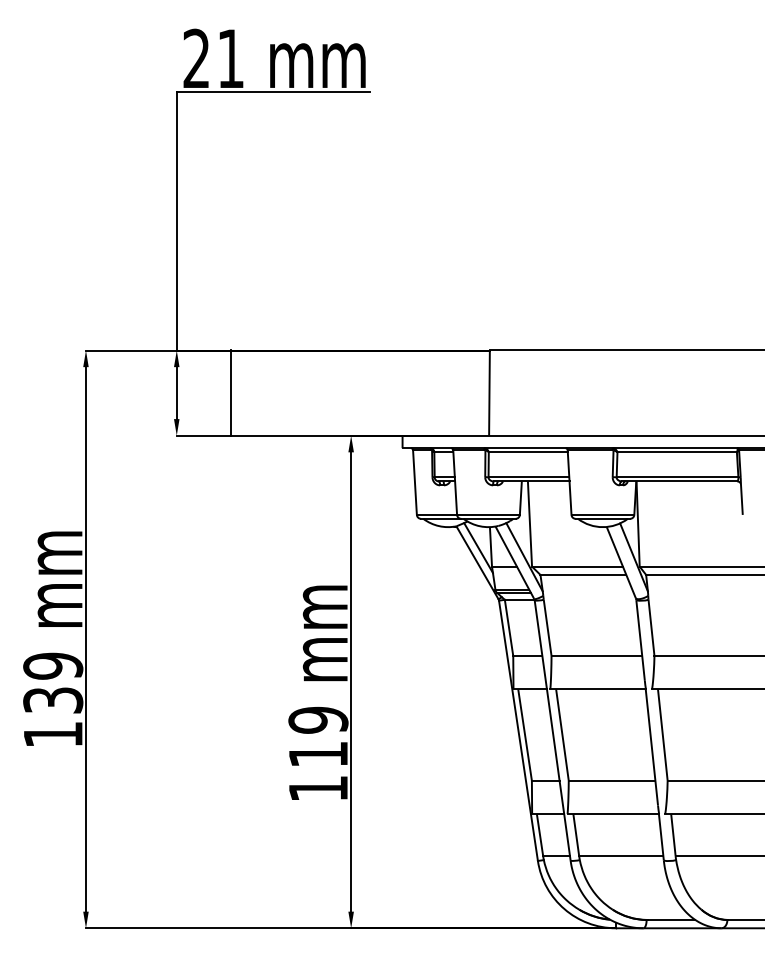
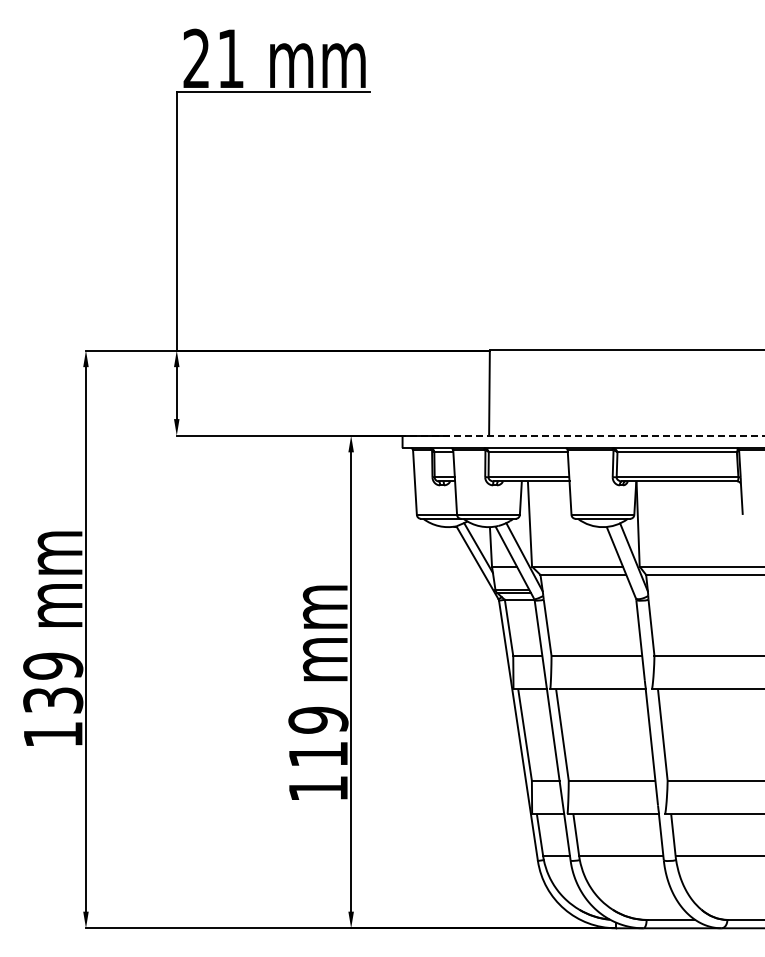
line at (231, 392): present -> none
line at (583, 435): solid -> dashed
